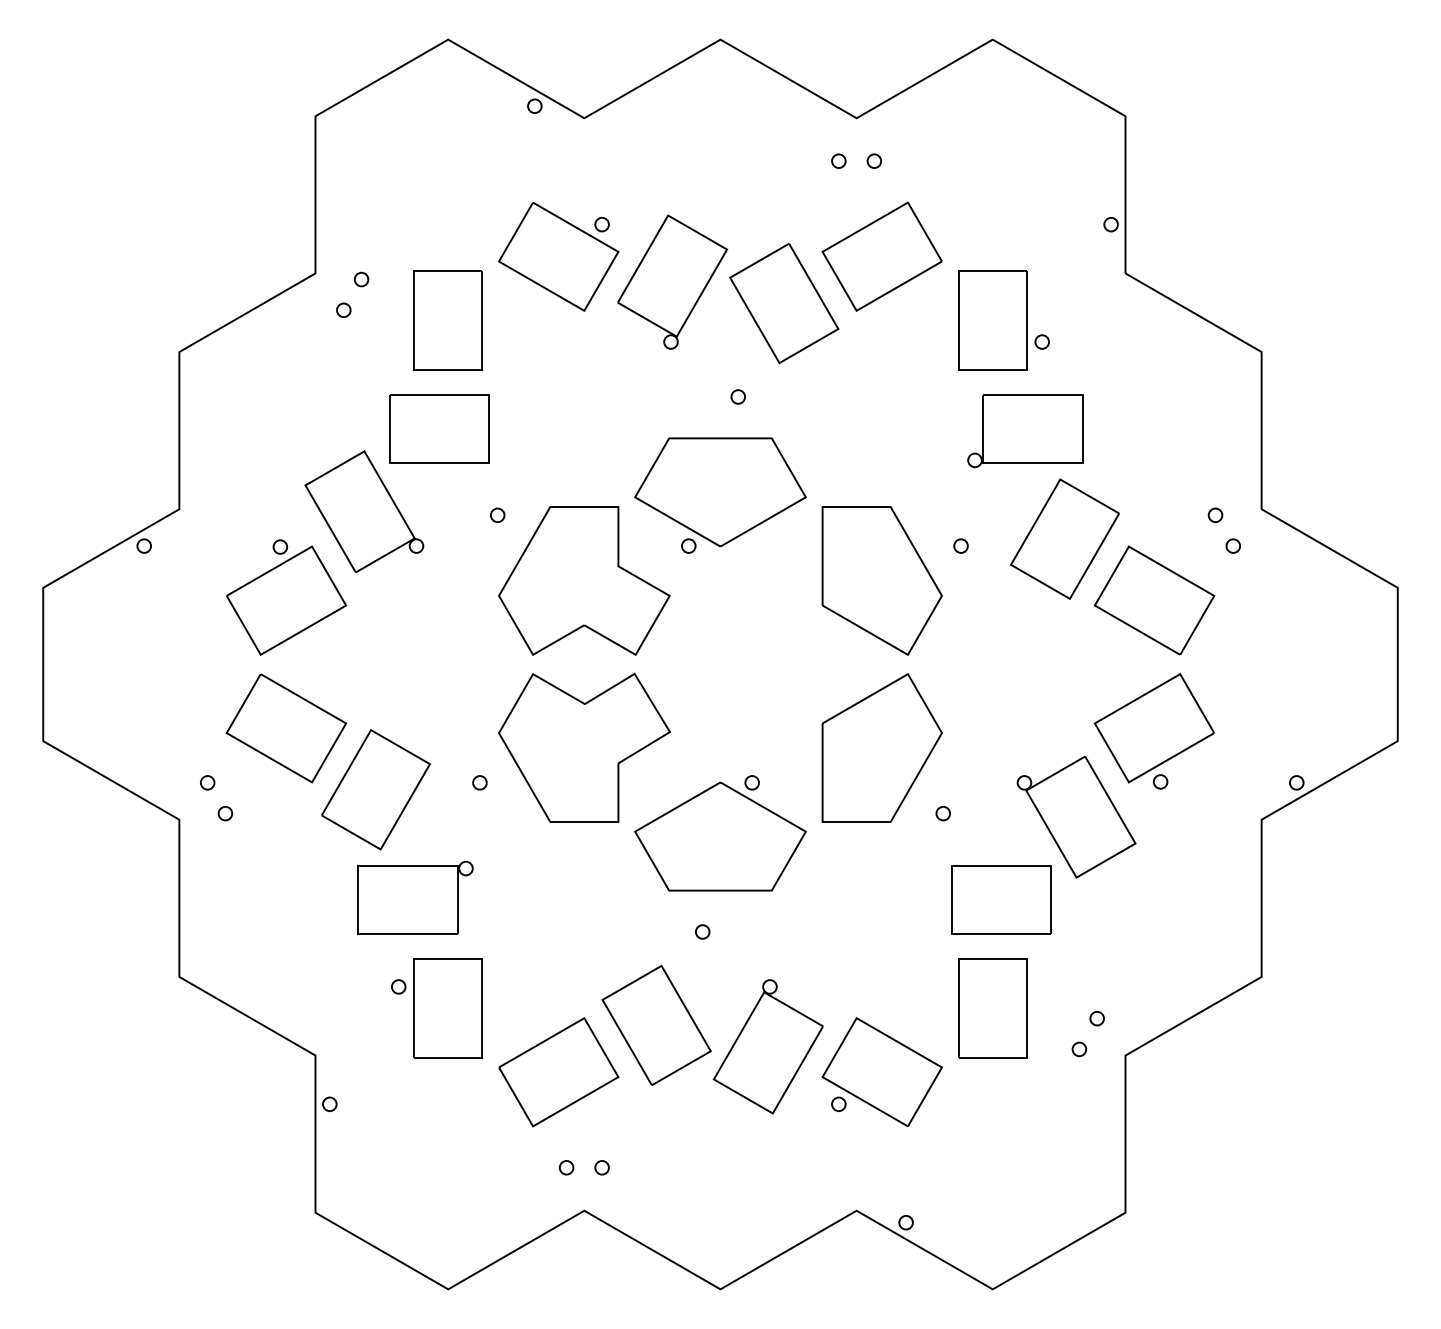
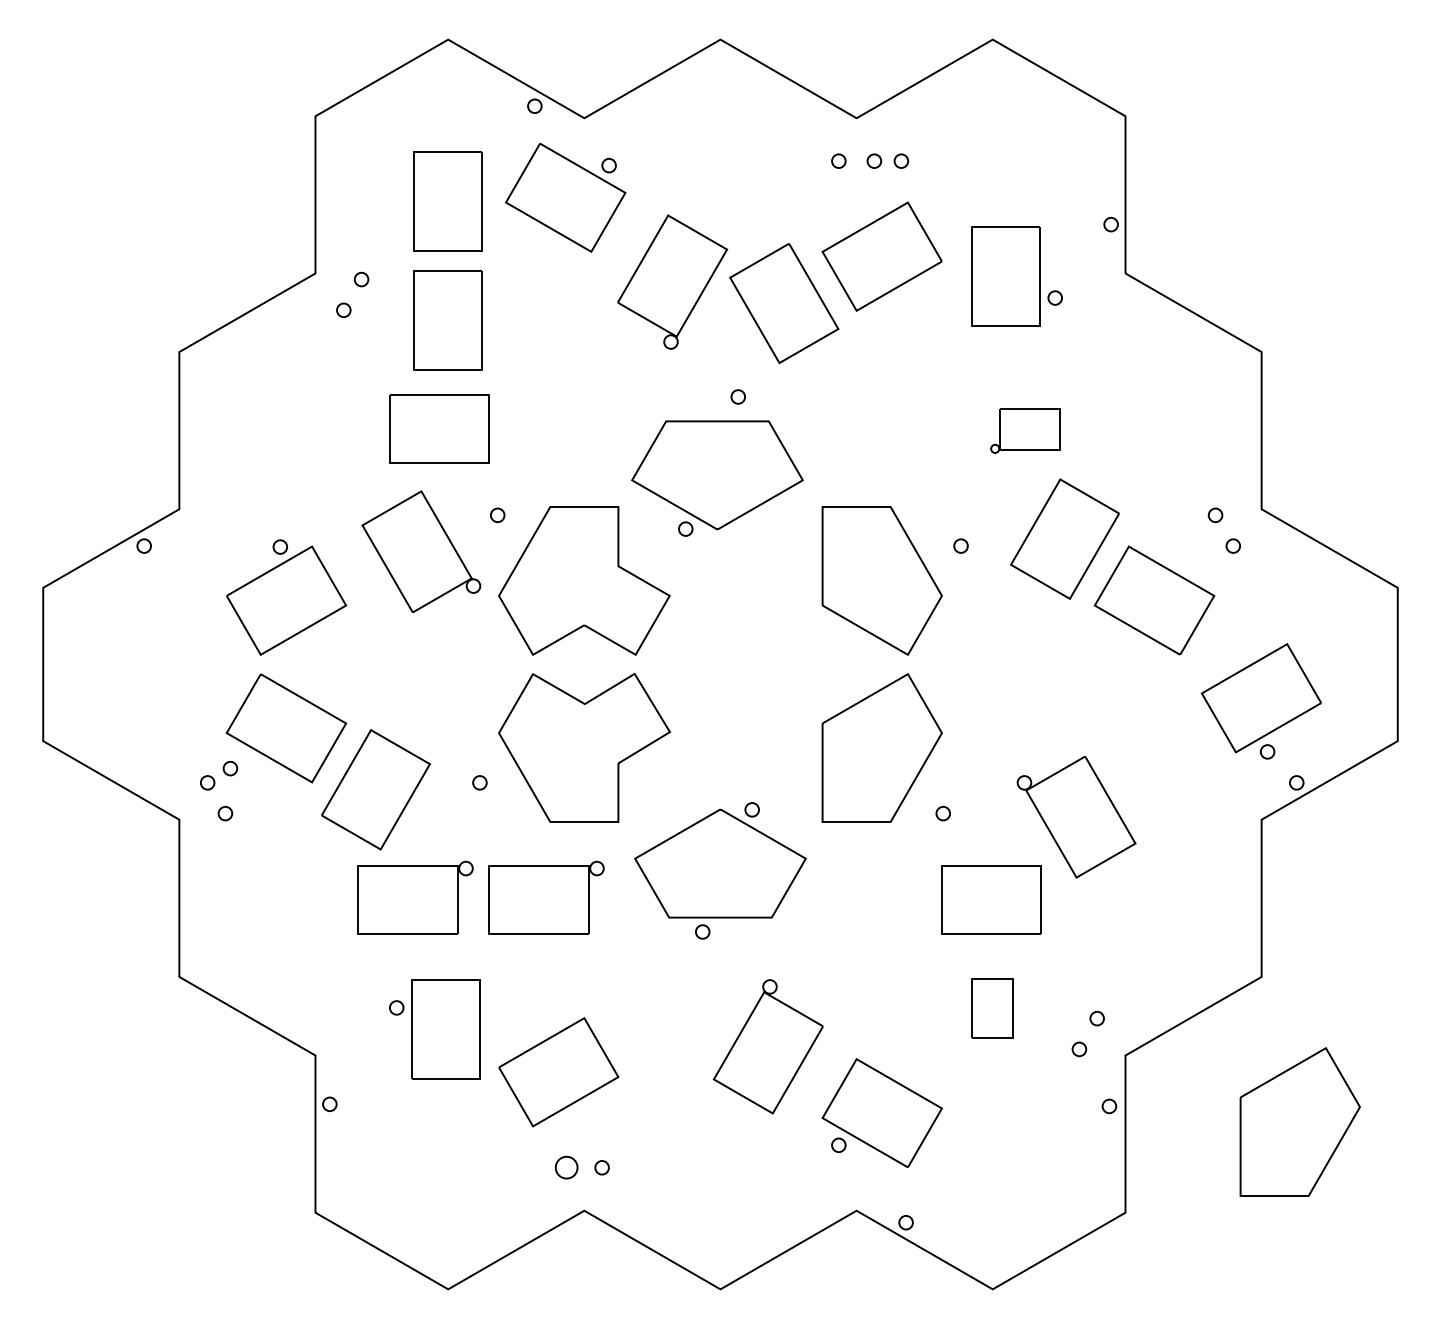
circle at (901, 160): none -> present
part at (447, 201): none -> present
part at (558, 256) position: (558, 256) -> (565, 197)
part at (1003, 320) position: (1003, 320) -> (1016, 276)
part at (1025, 431) size: 117x75 px -> 71x46 px
part at (720, 495) position: (720, 495) -> (717, 478)
part at (364, 511) position: (364, 511) -> (421, 551)
part at (1153, 731) position: (1153, 731) -> (1260, 701)
circle at (230, 768): none -> present
part at (720, 833) position: (720, 833) -> (720, 860)
part at (546, 897): none -> present
part at (1001, 899) position: (1001, 899) -> (991, 899)
part at (436, 1008) position: (436, 1008) -> (434, 1029)
part at (992, 1008) size: 70x101 px -> 43x61 px
part at (656, 1024): present -> none
part at (881, 1071) position: (881, 1071) -> (881, 1112)
circle at (1109, 1106): none -> present
part at (1299, 1121): none -> present
circle at (566, 1167) size: 17x16 px -> 25x25 px
